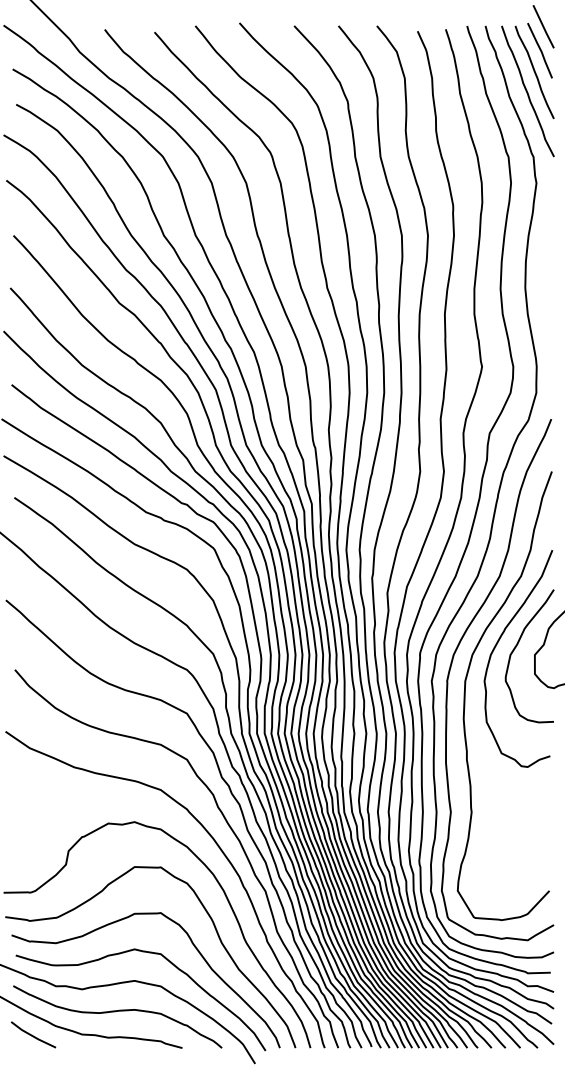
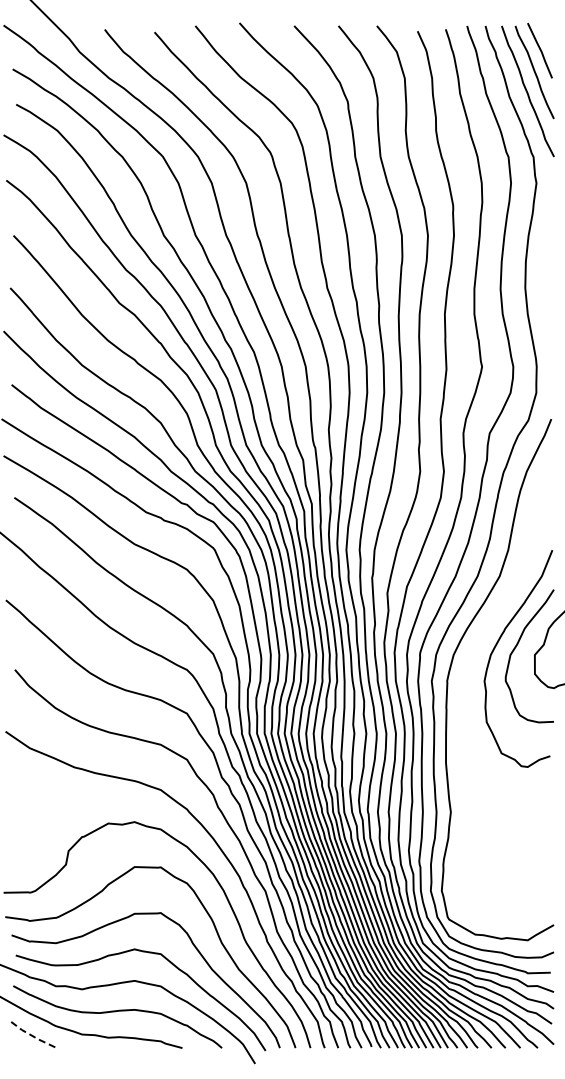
line at (543, 26): present -> none
curve at (465, 696): present -> none
line at (32, 1036): solid -> dashed
